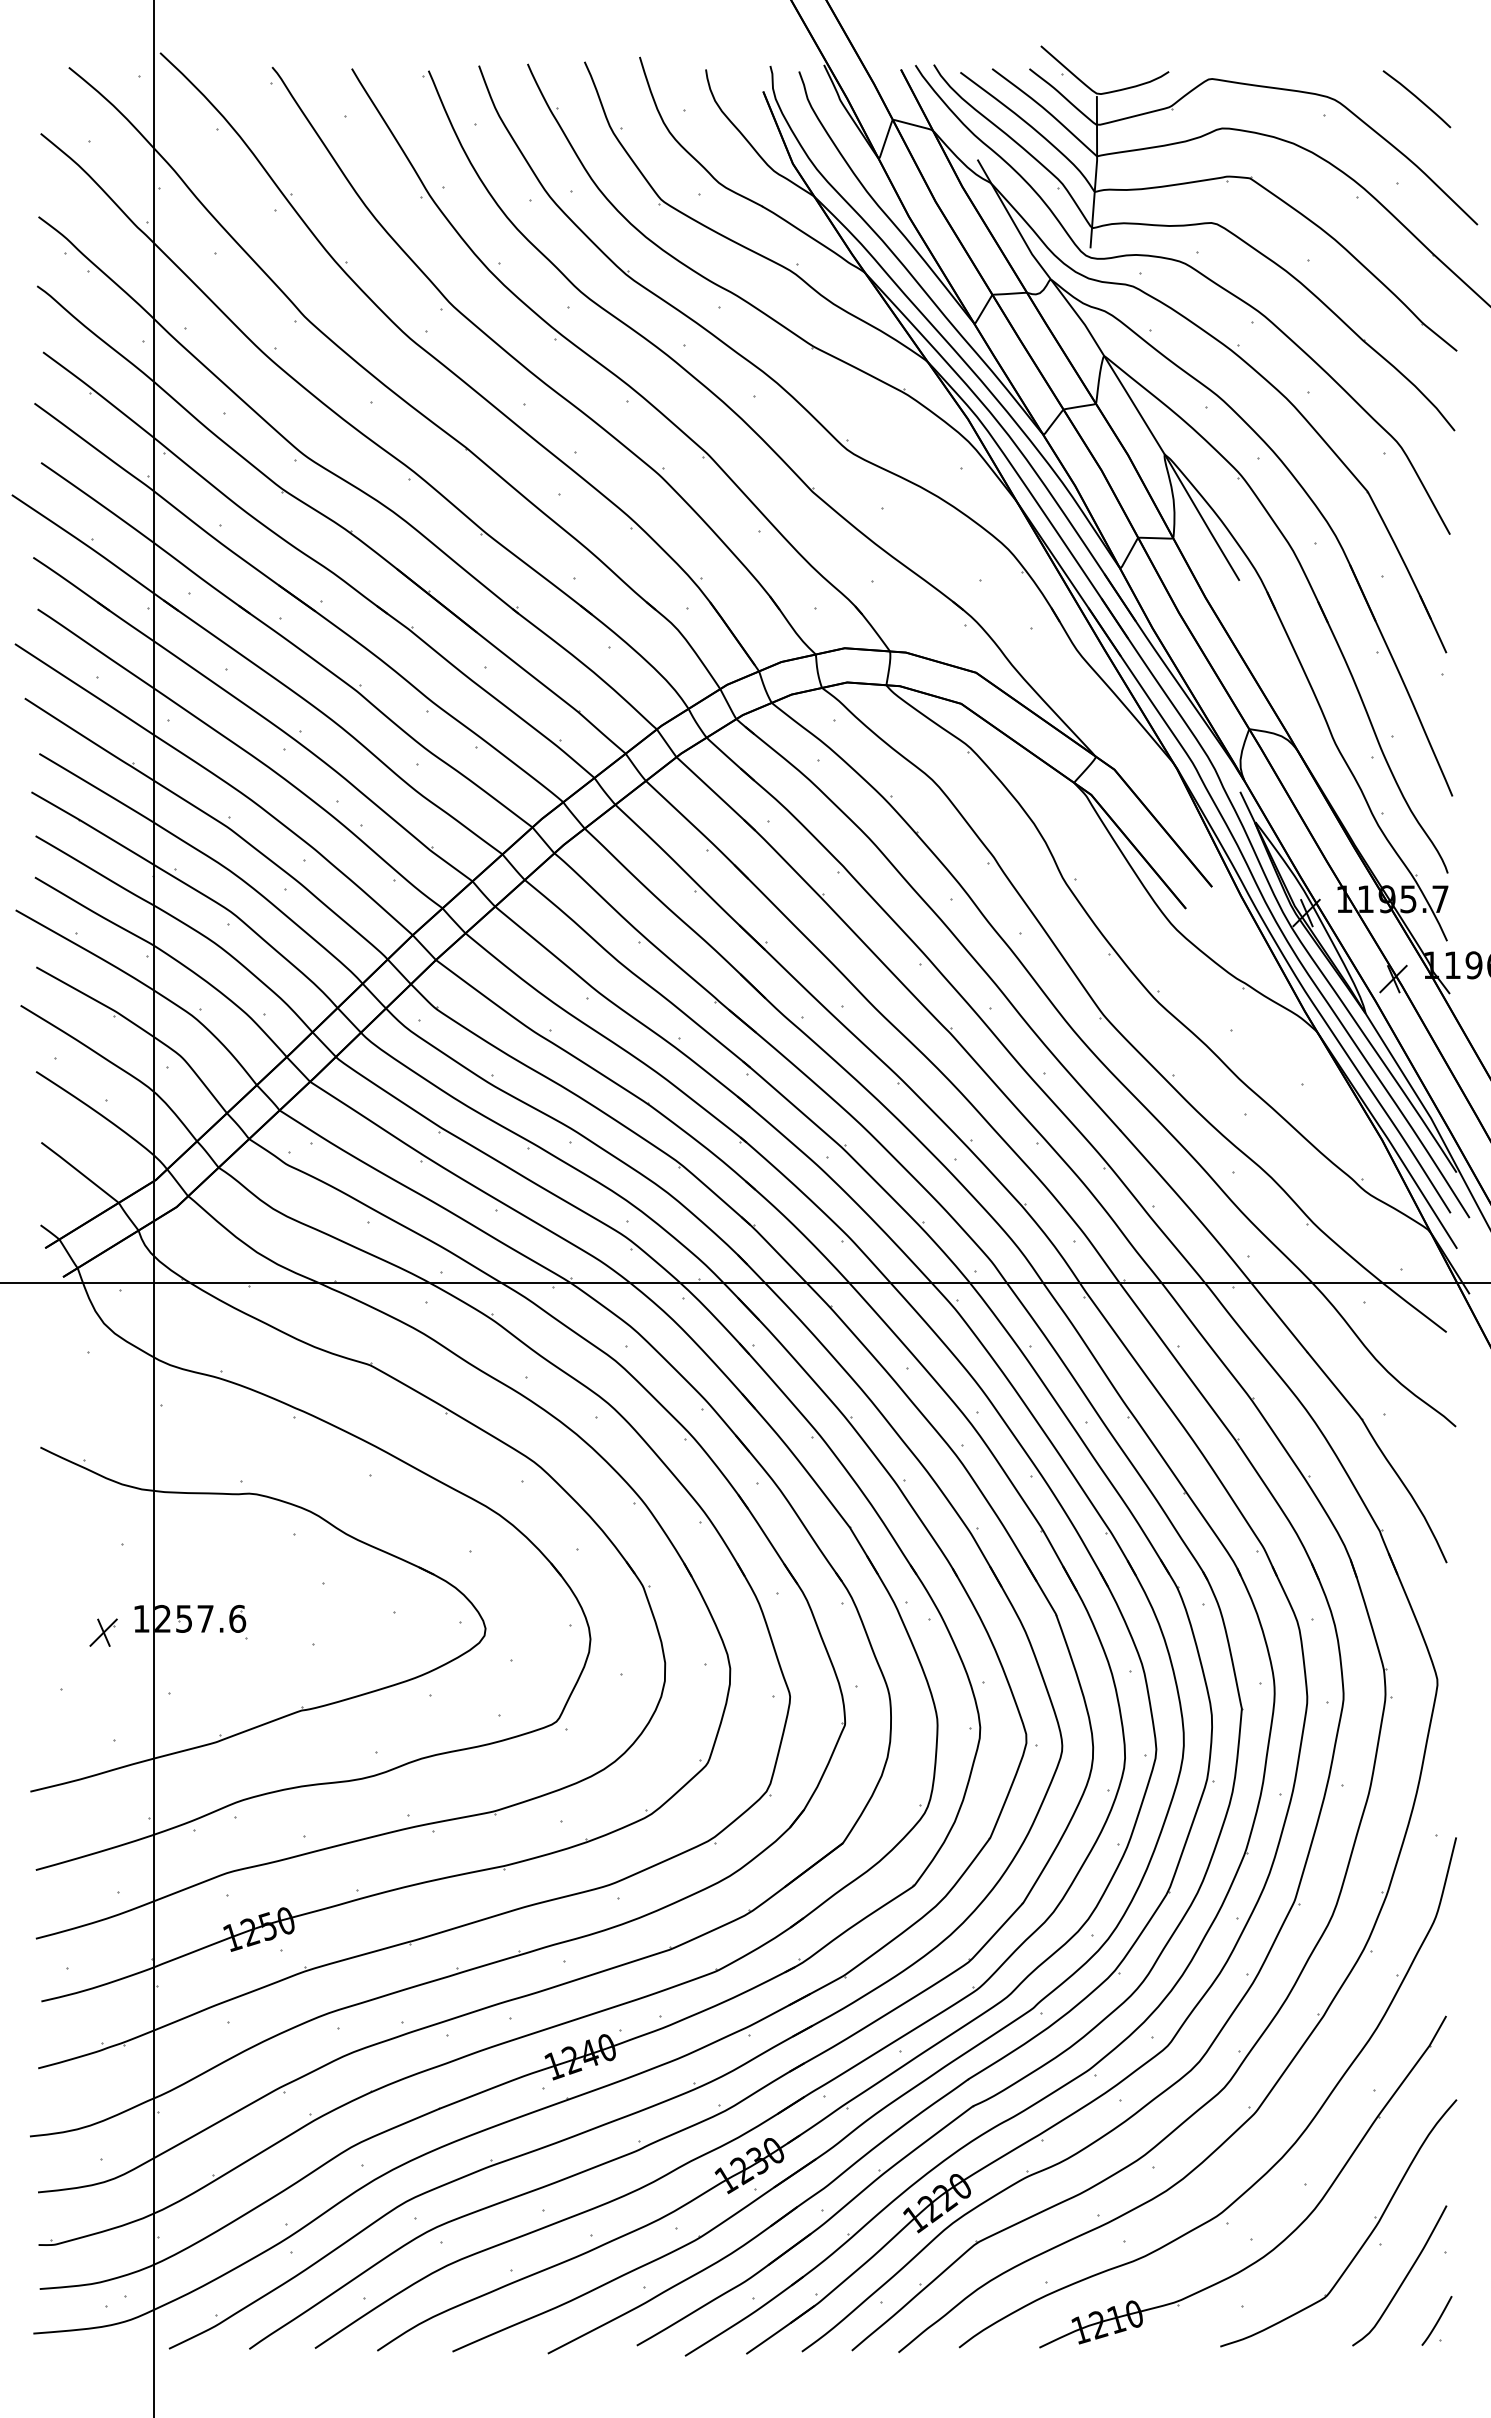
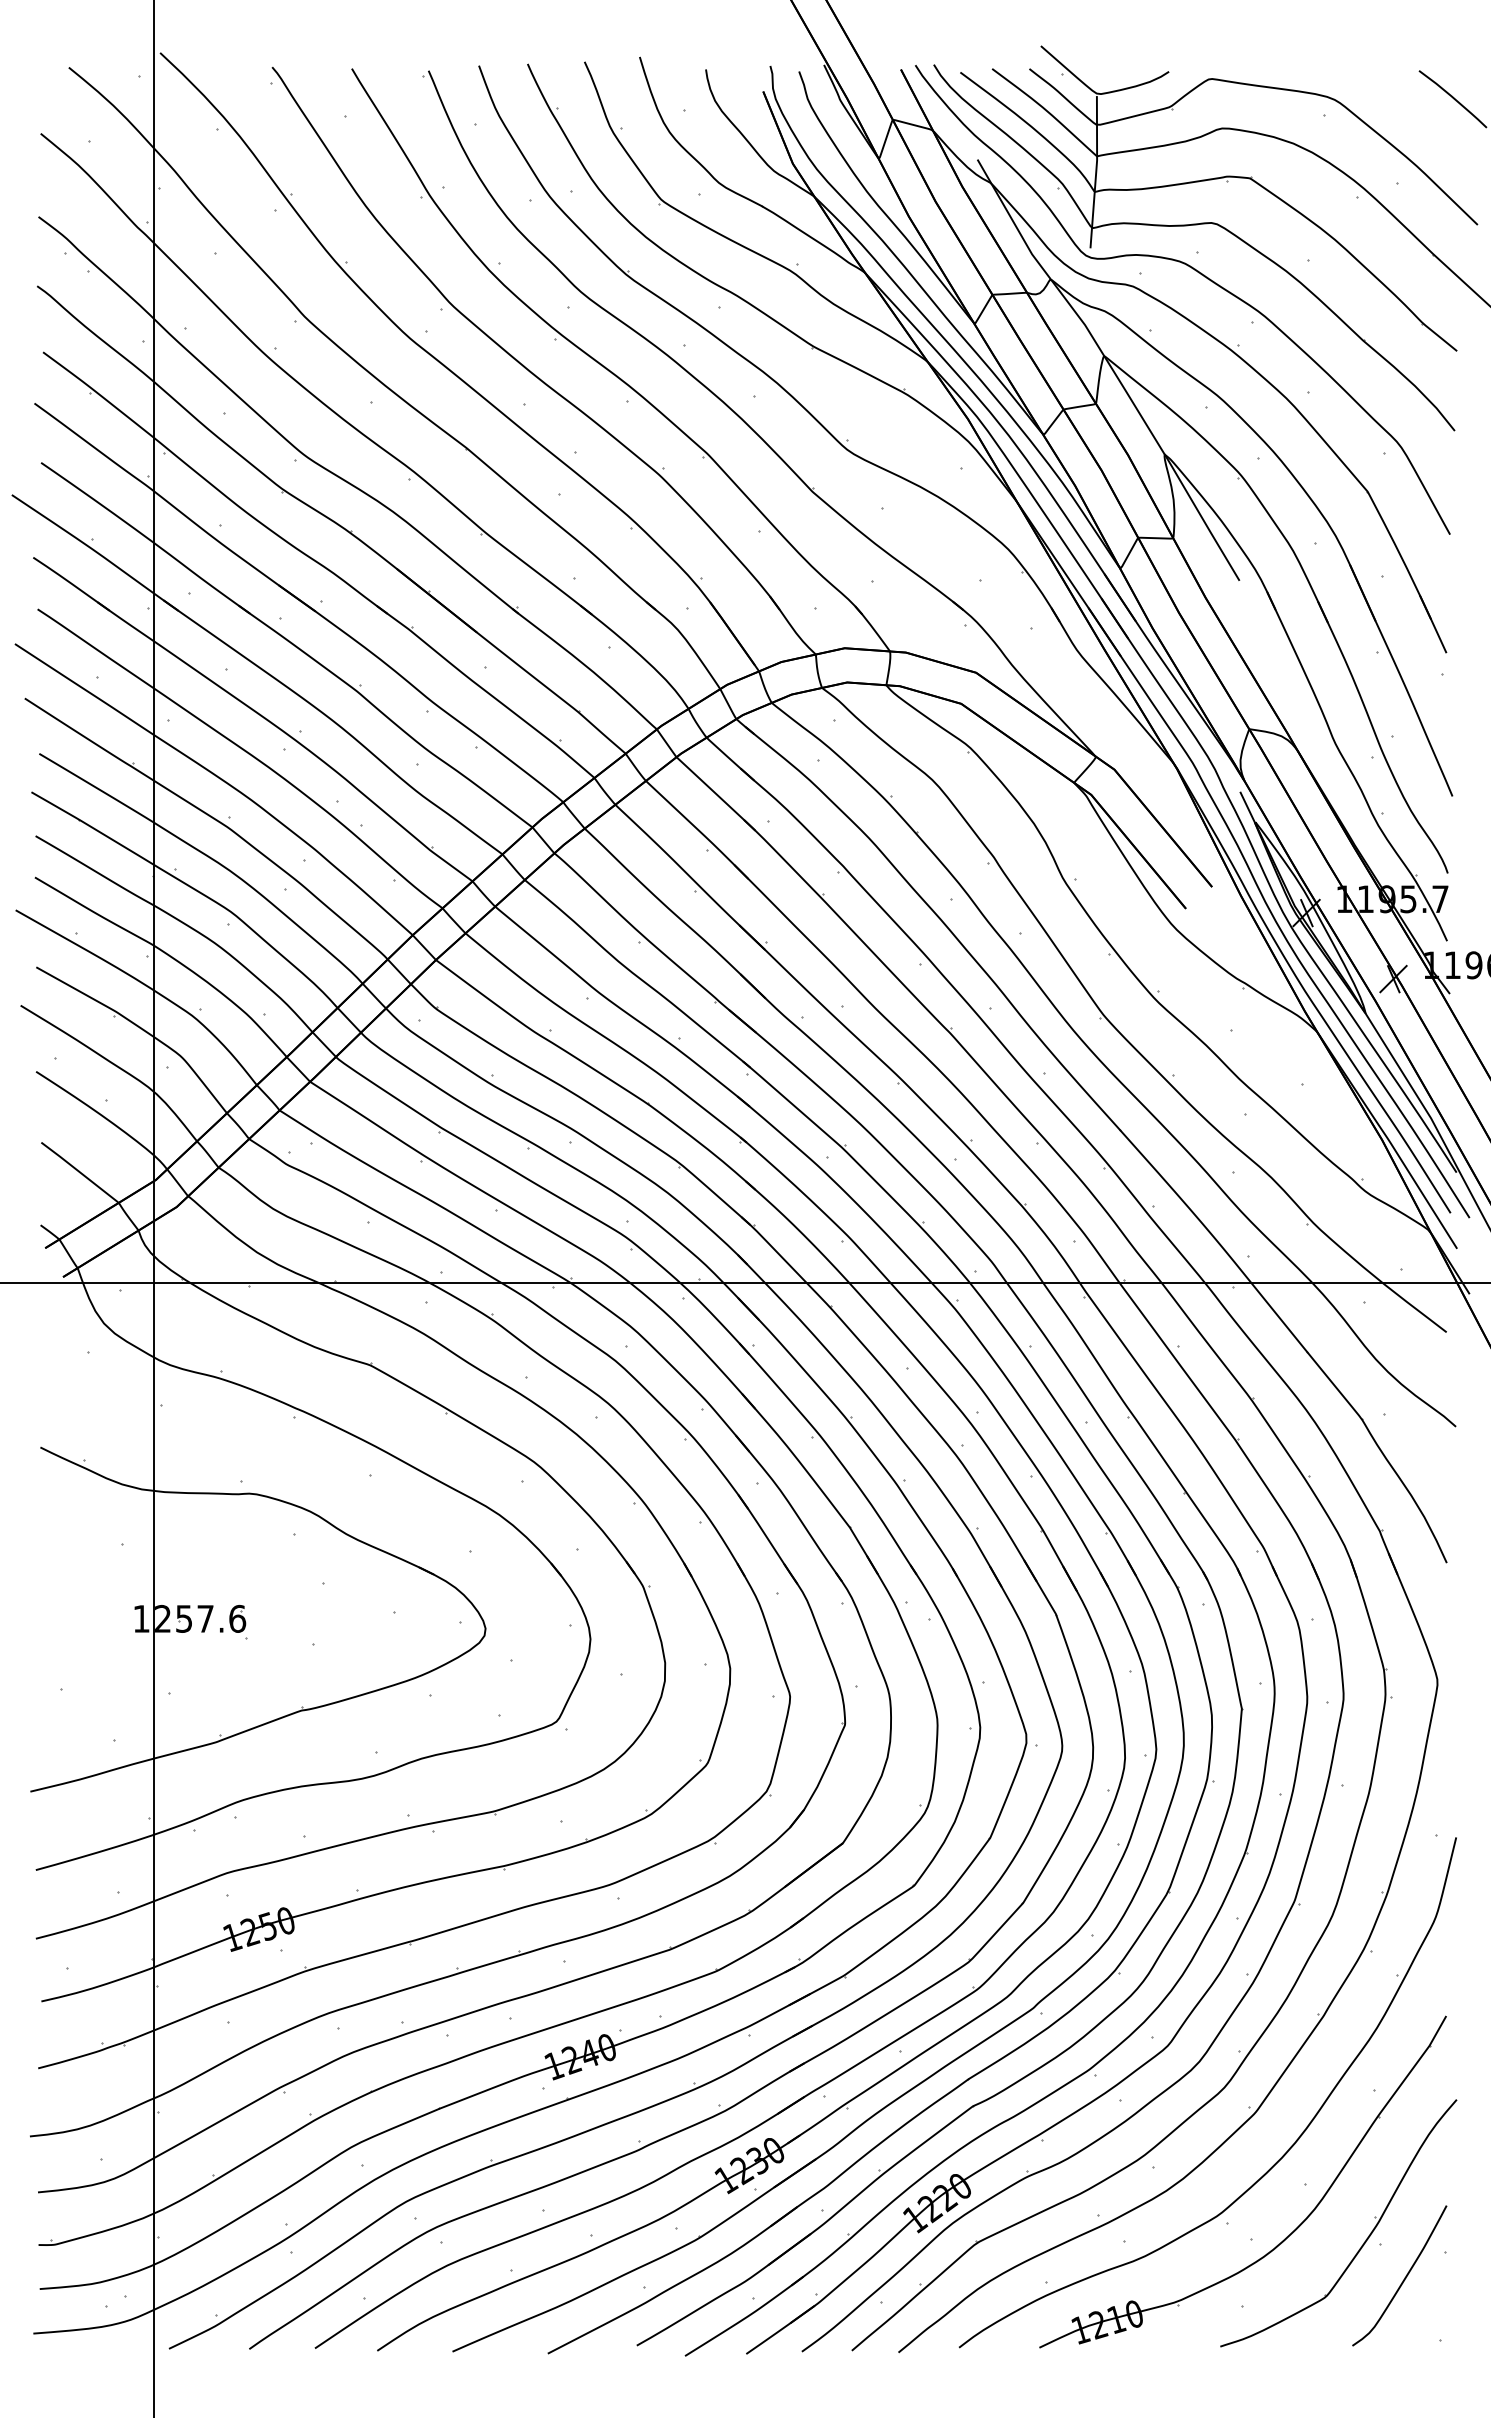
curve at (1416, 98) position: (1416, 98) -> (1452, 98)
part at (103, 1632): present -> none
curve at (1437, 2320): present -> none
